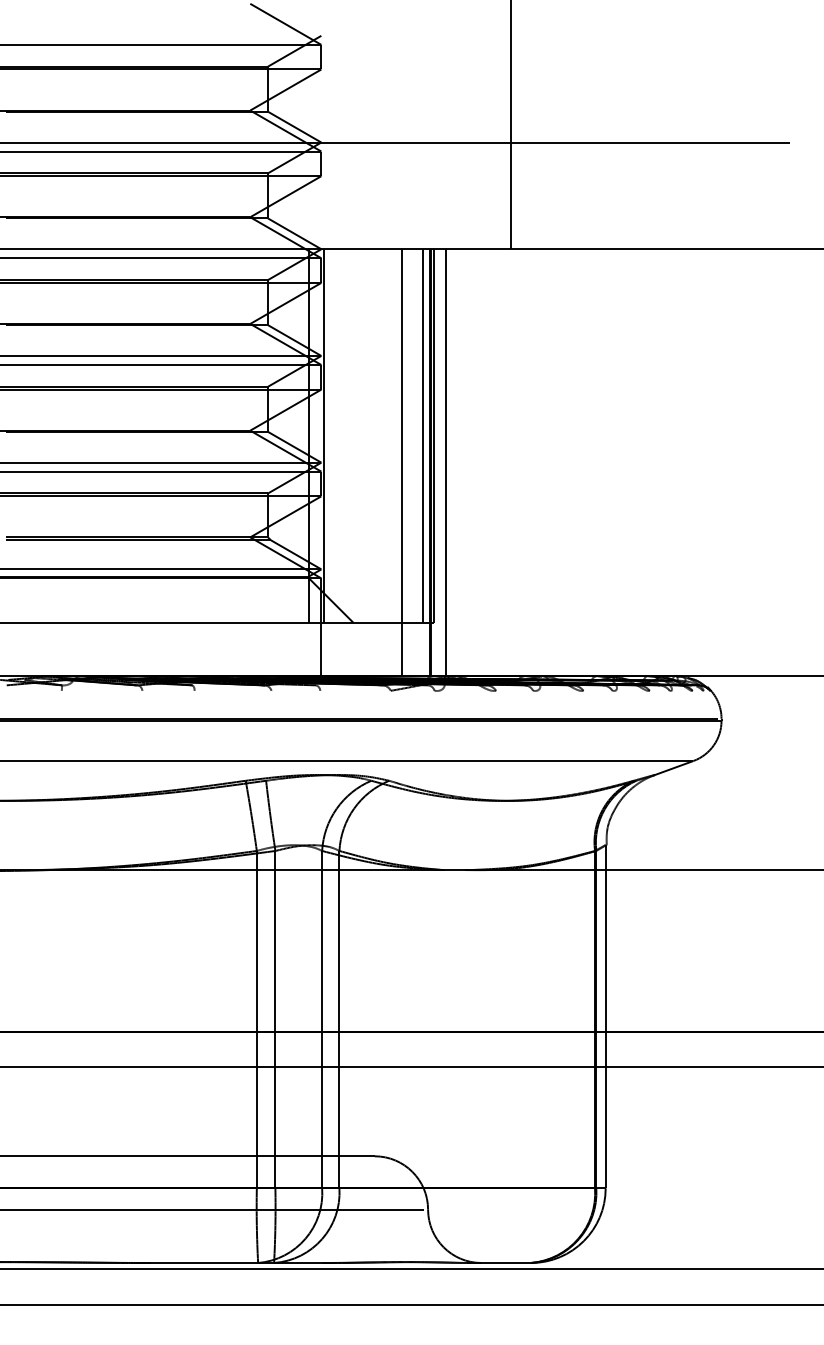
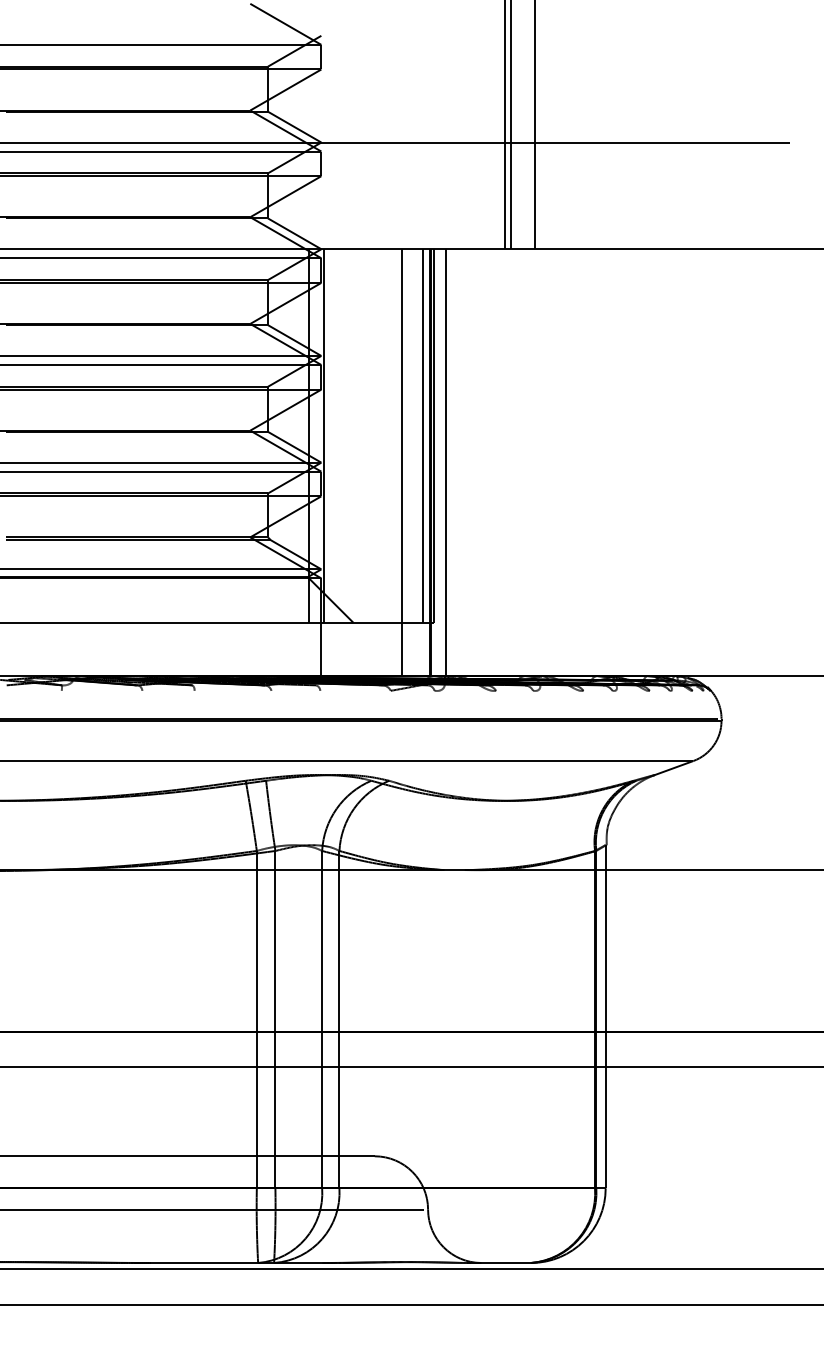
line at (505, 125): none -> present
line at (534, 125): none -> present
